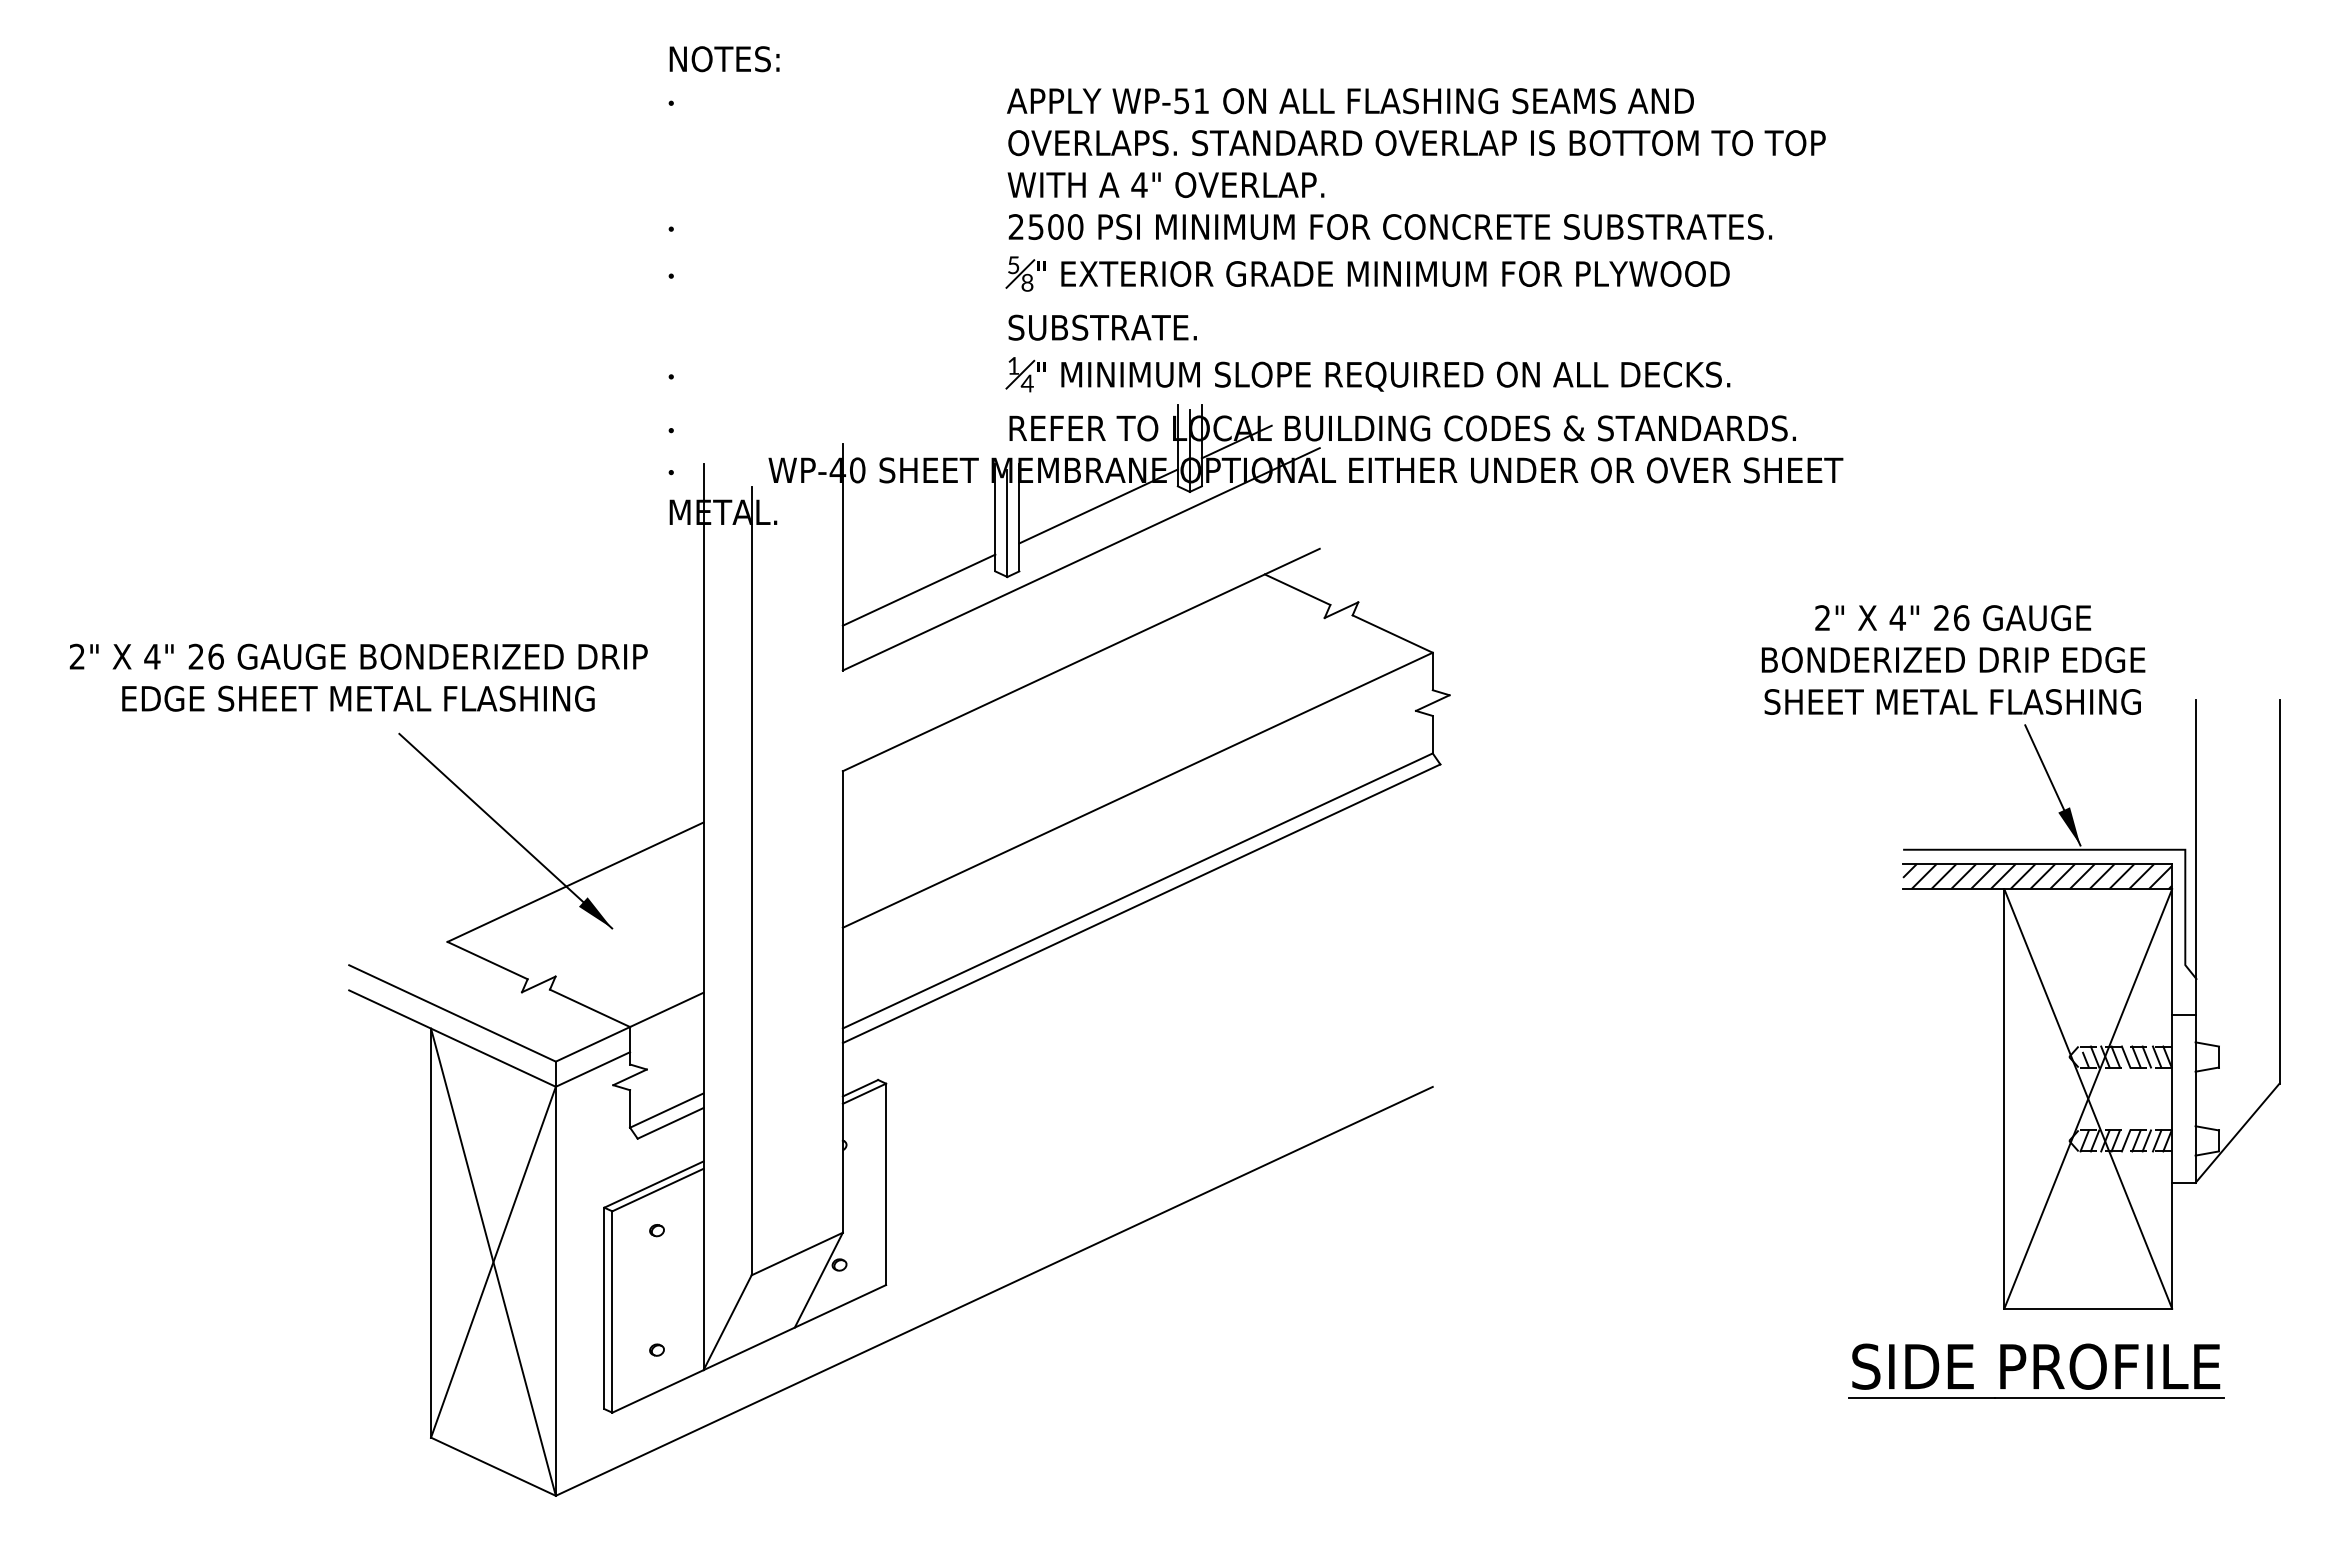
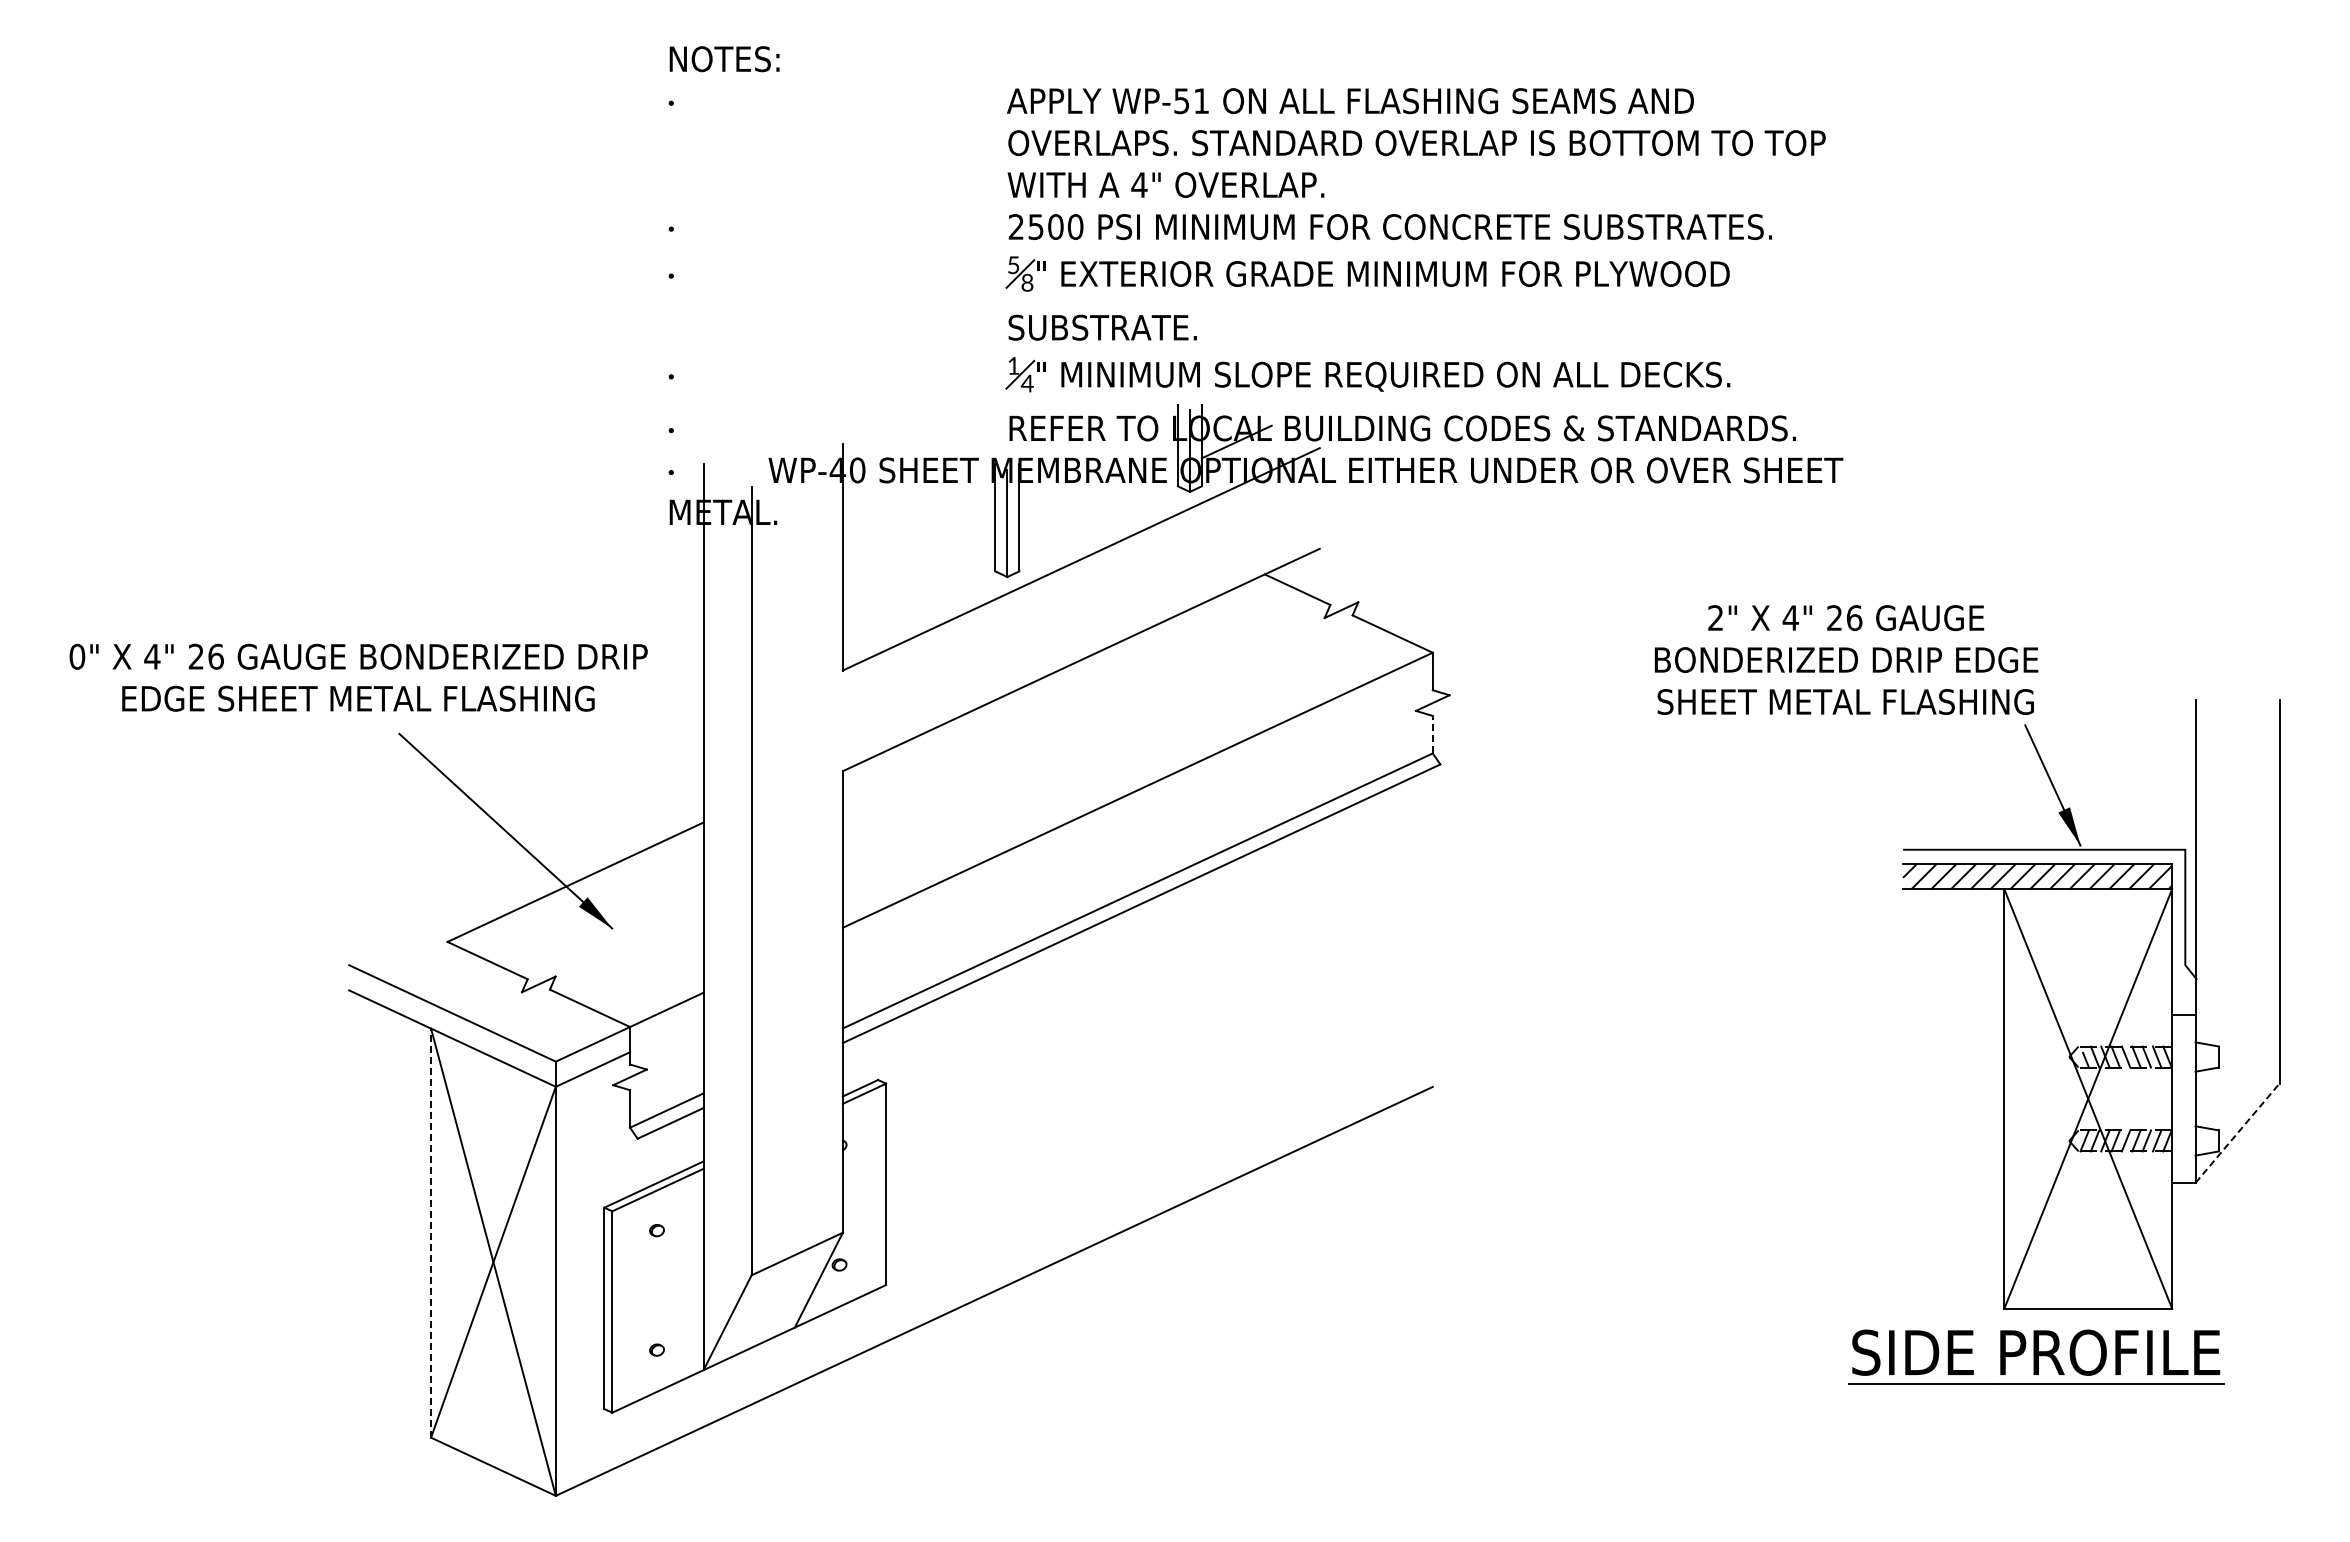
line at (1098, 506): present -> none
line at (918, 589): present -> none
text at (77, 656): 2" -> 0"
text at (1953, 659) position: (1953, 659) -> (1846, 659)
line at (1432, 734): solid -> dashed
line at (2237, 1133): solid -> dashed
line at (431, 1233): solid -> dashed
part at (2036, 1370) position: (2036, 1370) -> (2036, 1356)
